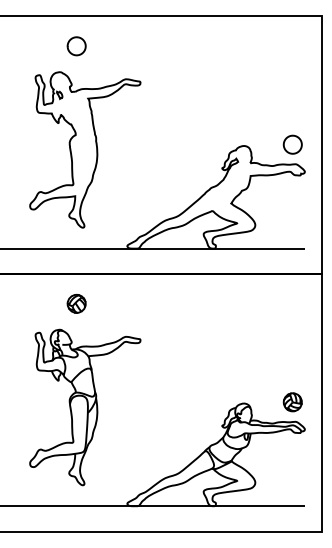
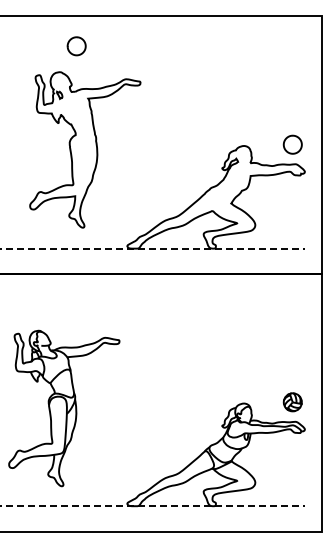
line at (152, 248): solid -> dashed
part at (76, 303): present -> none
part at (85, 407) position: (85, 407) -> (64, 408)
line at (152, 506): solid -> dashed
